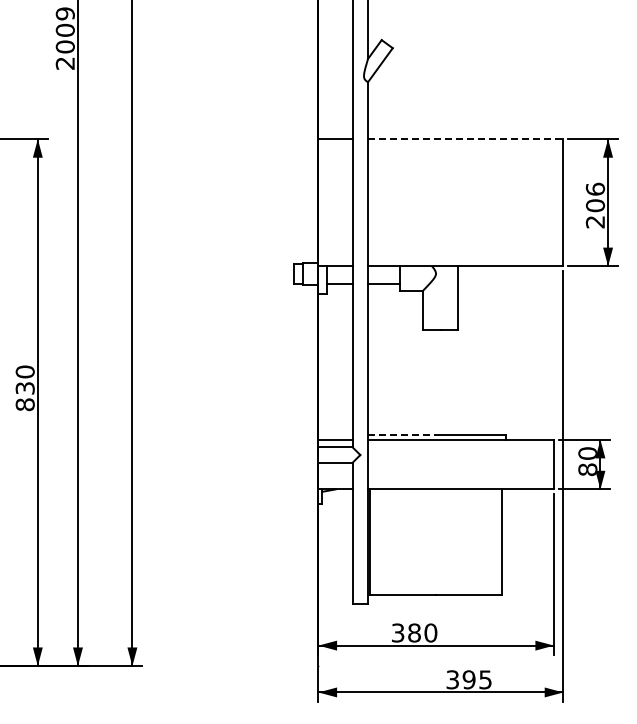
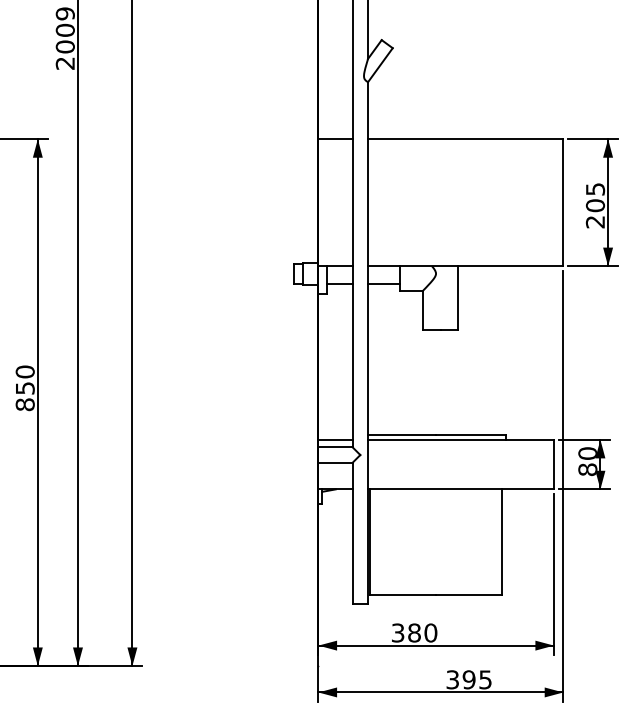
line at (465, 139): dashed -> solid
text at (595, 188): 206 -> 205
text at (24, 387): 830 -> 850
line at (402, 434): dashed -> solid
